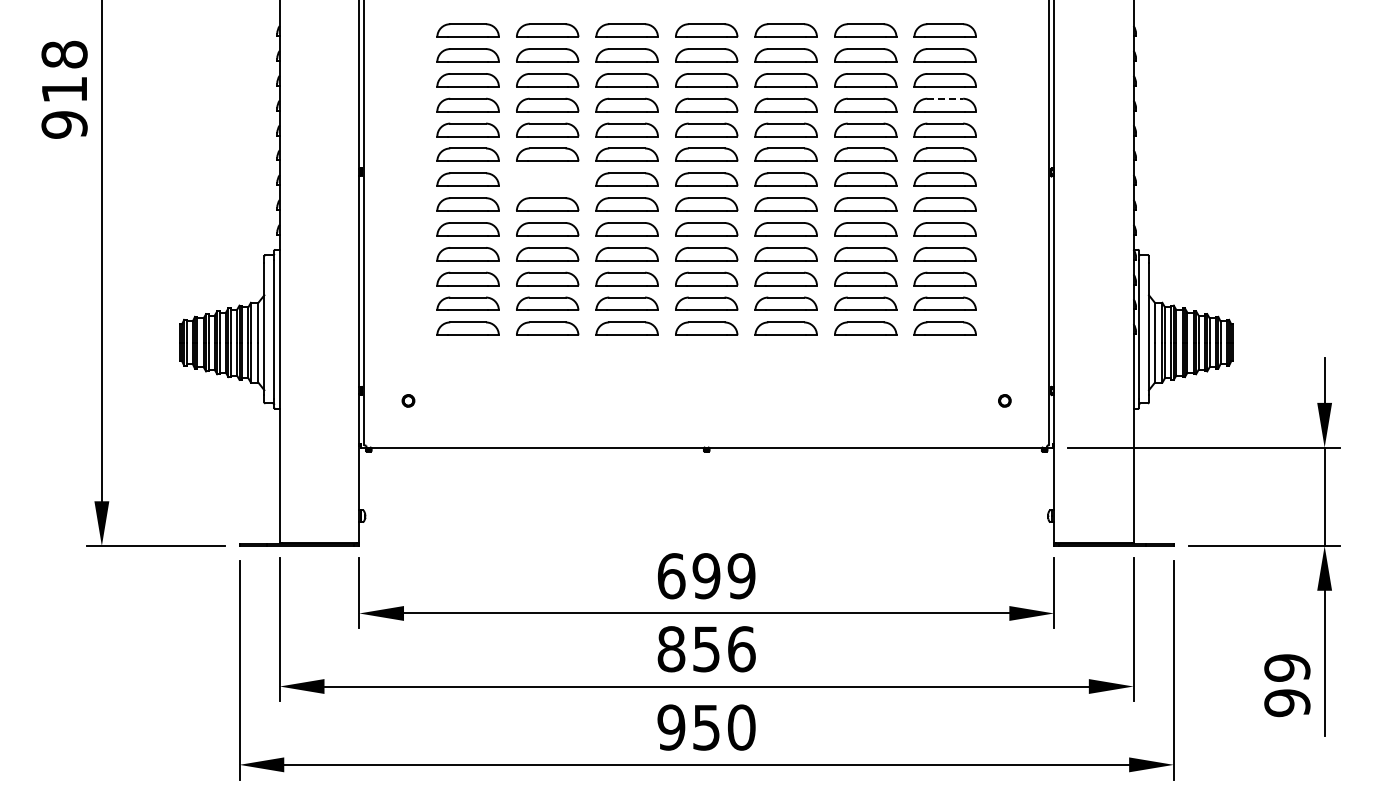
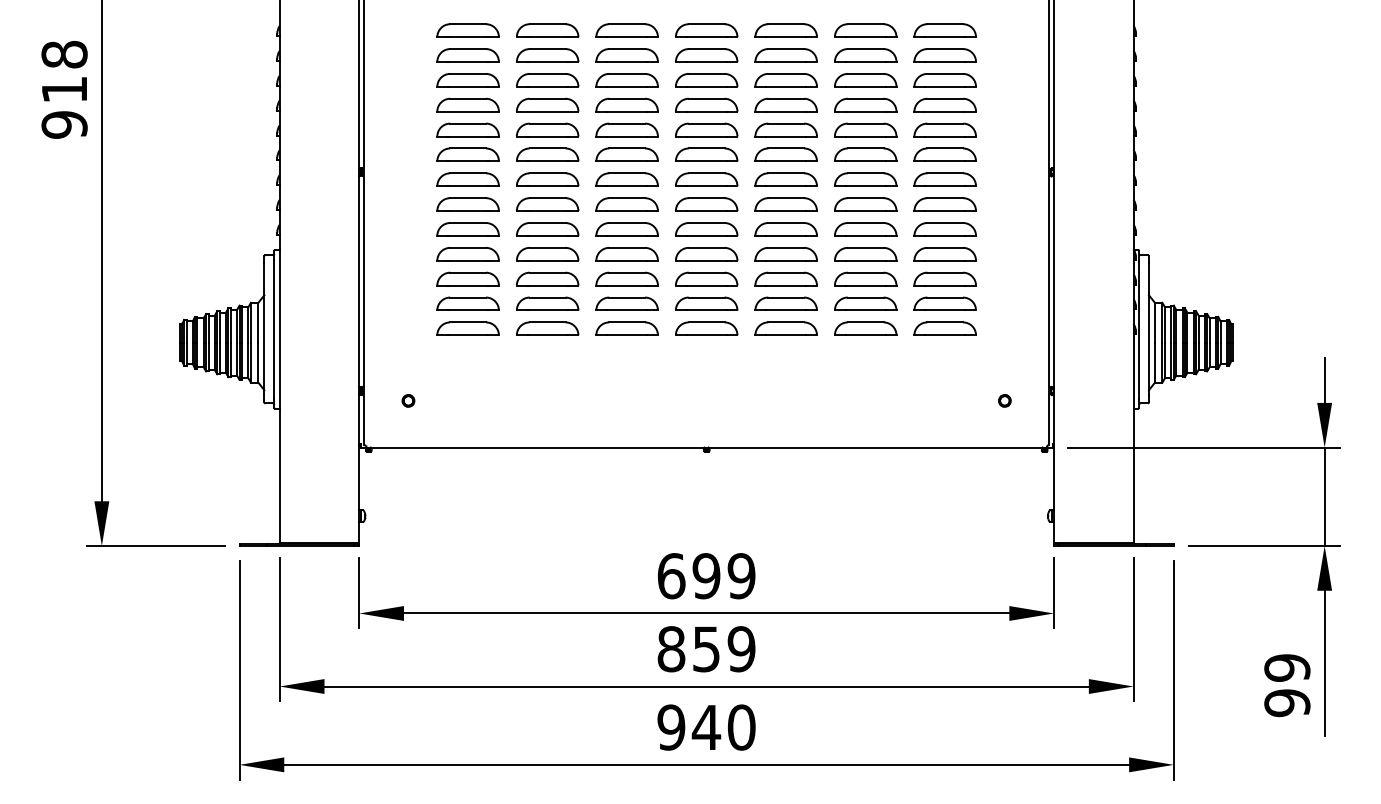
line at (945, 98): dashed -> solid
part at (547, 179): none -> present
text at (741, 649): 856 -> 859
text at (706, 727): 950 -> 940
